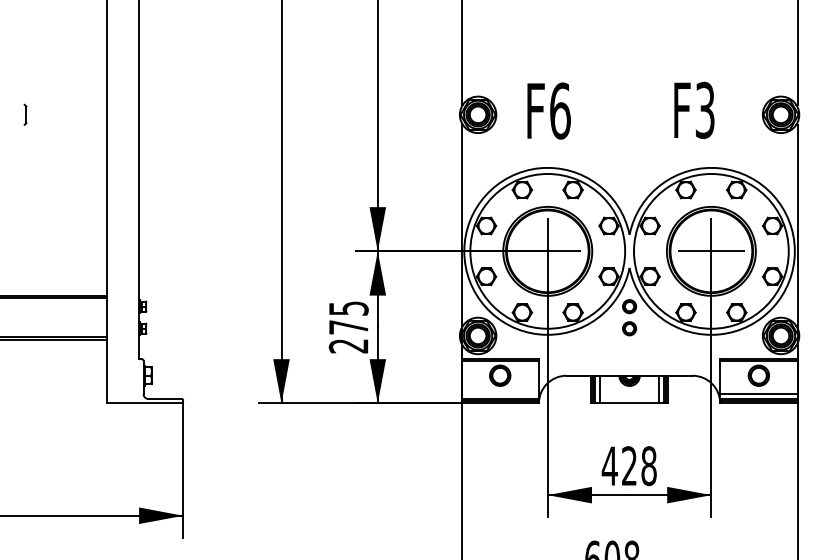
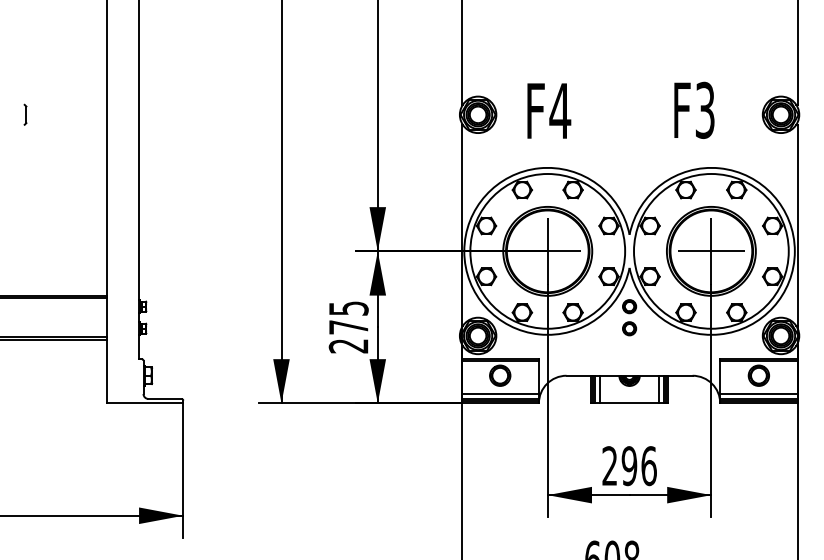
text at (560, 110): F6 -> F4
line at (499, 393): none -> present
text at (628, 466): 428 -> 296
